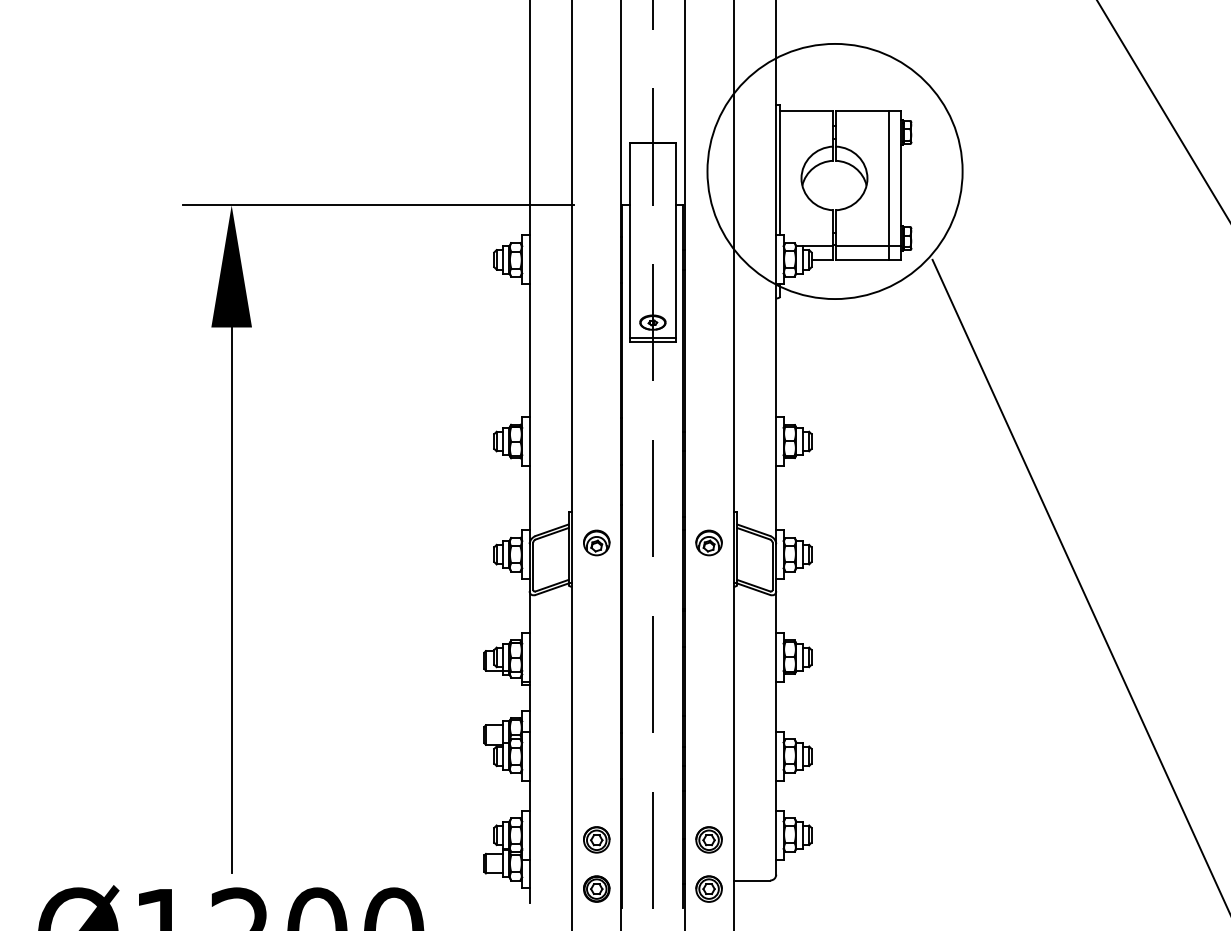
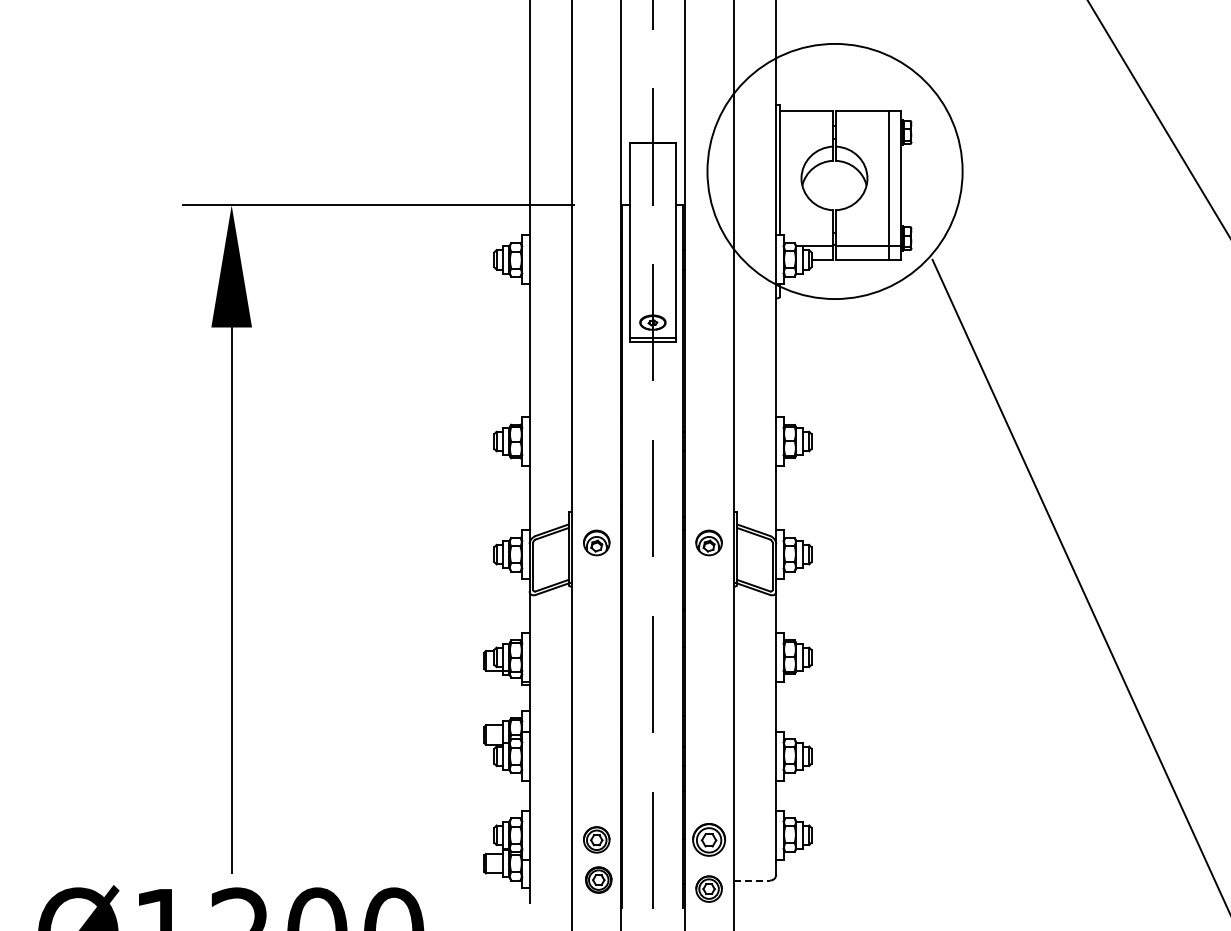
line at (1162, 109) position: (1162, 109) -> (1157, 117)
part at (708, 839) size: 28x28 px -> 35x34 px
line at (752, 880): solid -> dashed
part at (596, 888) position: (596, 888) -> (598, 879)
